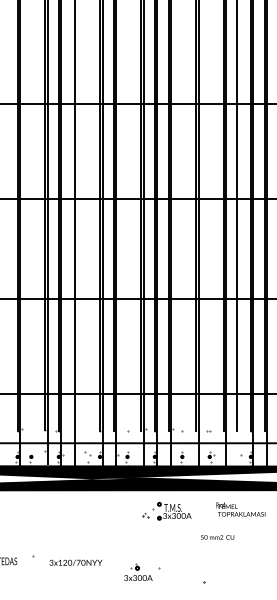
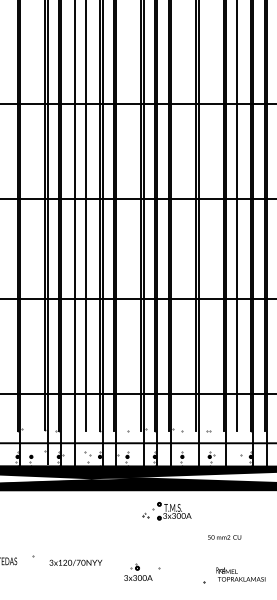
line at (86, 216): none -> present
text at (240, 509) position: (240, 509) -> (240, 574)
text at (217, 537) position: (217, 537) -> (224, 537)
